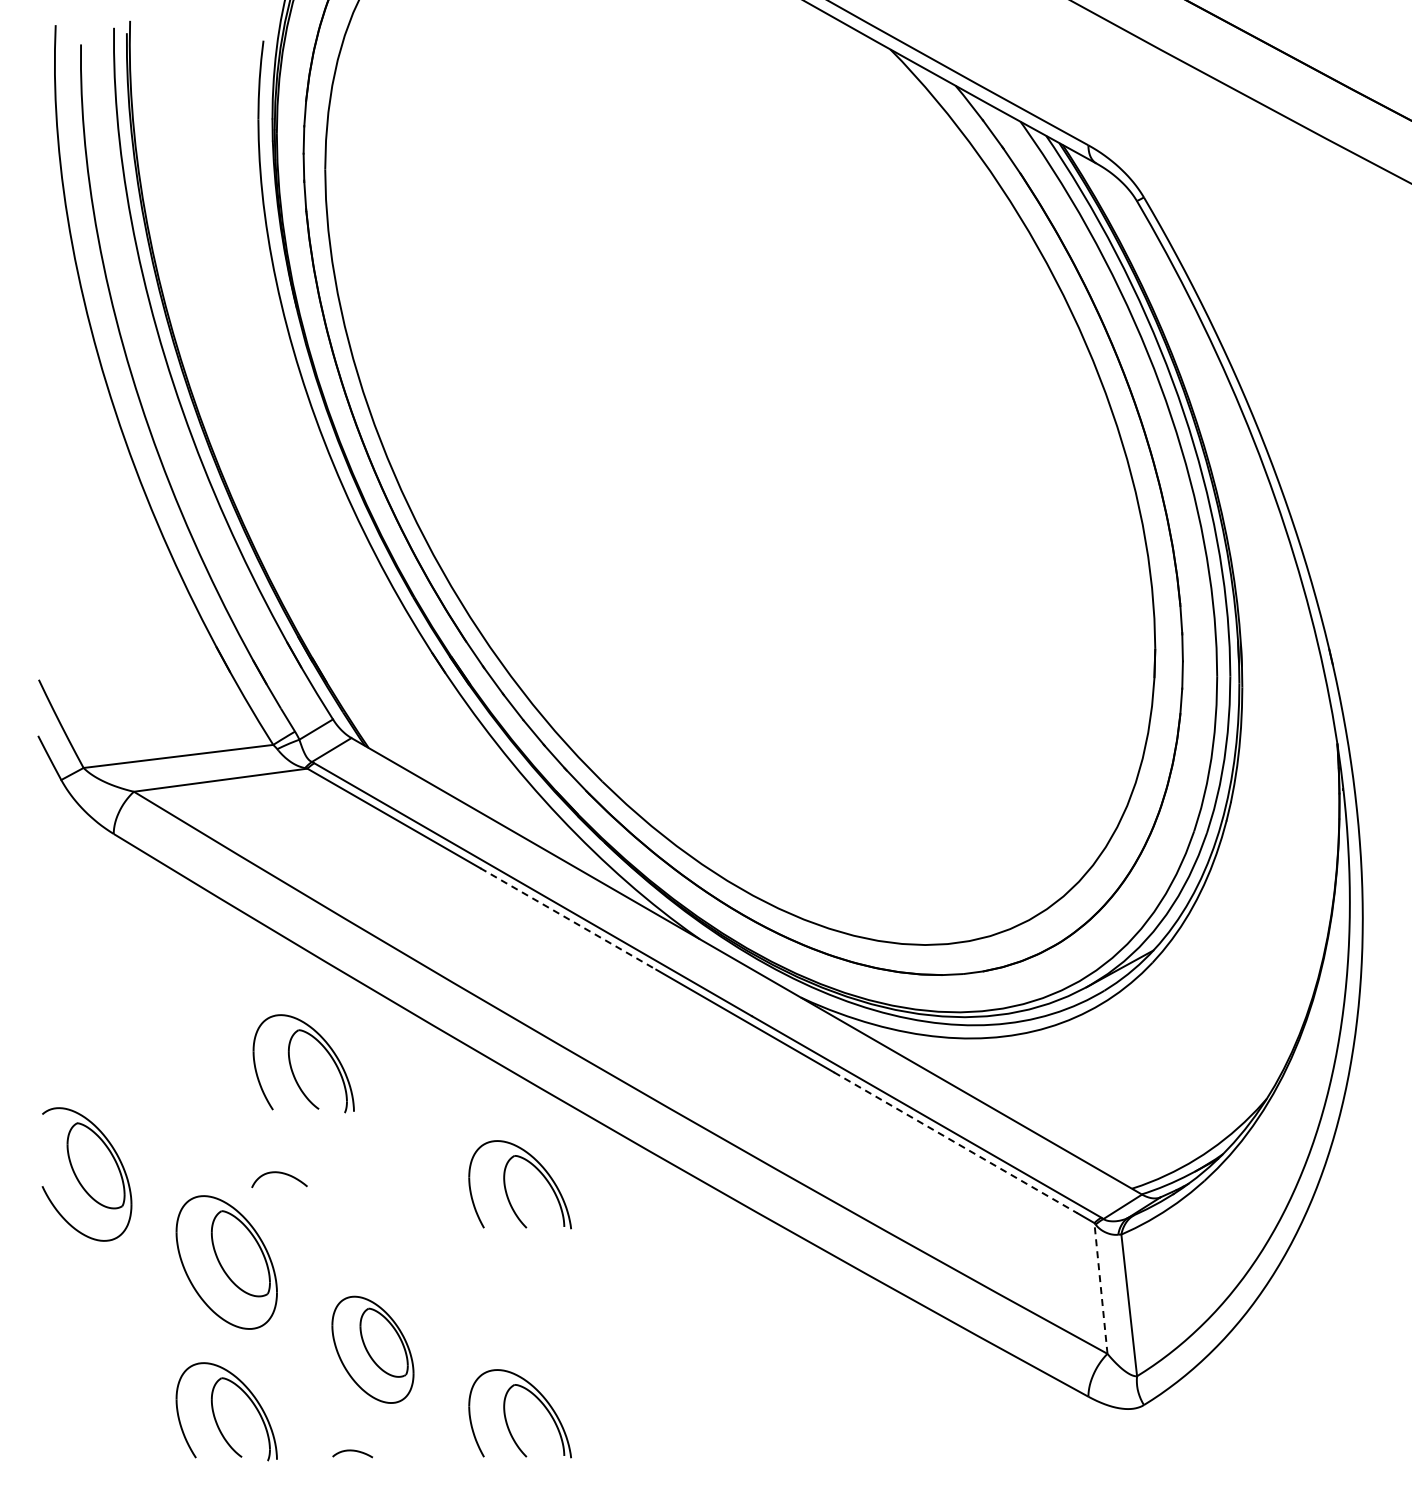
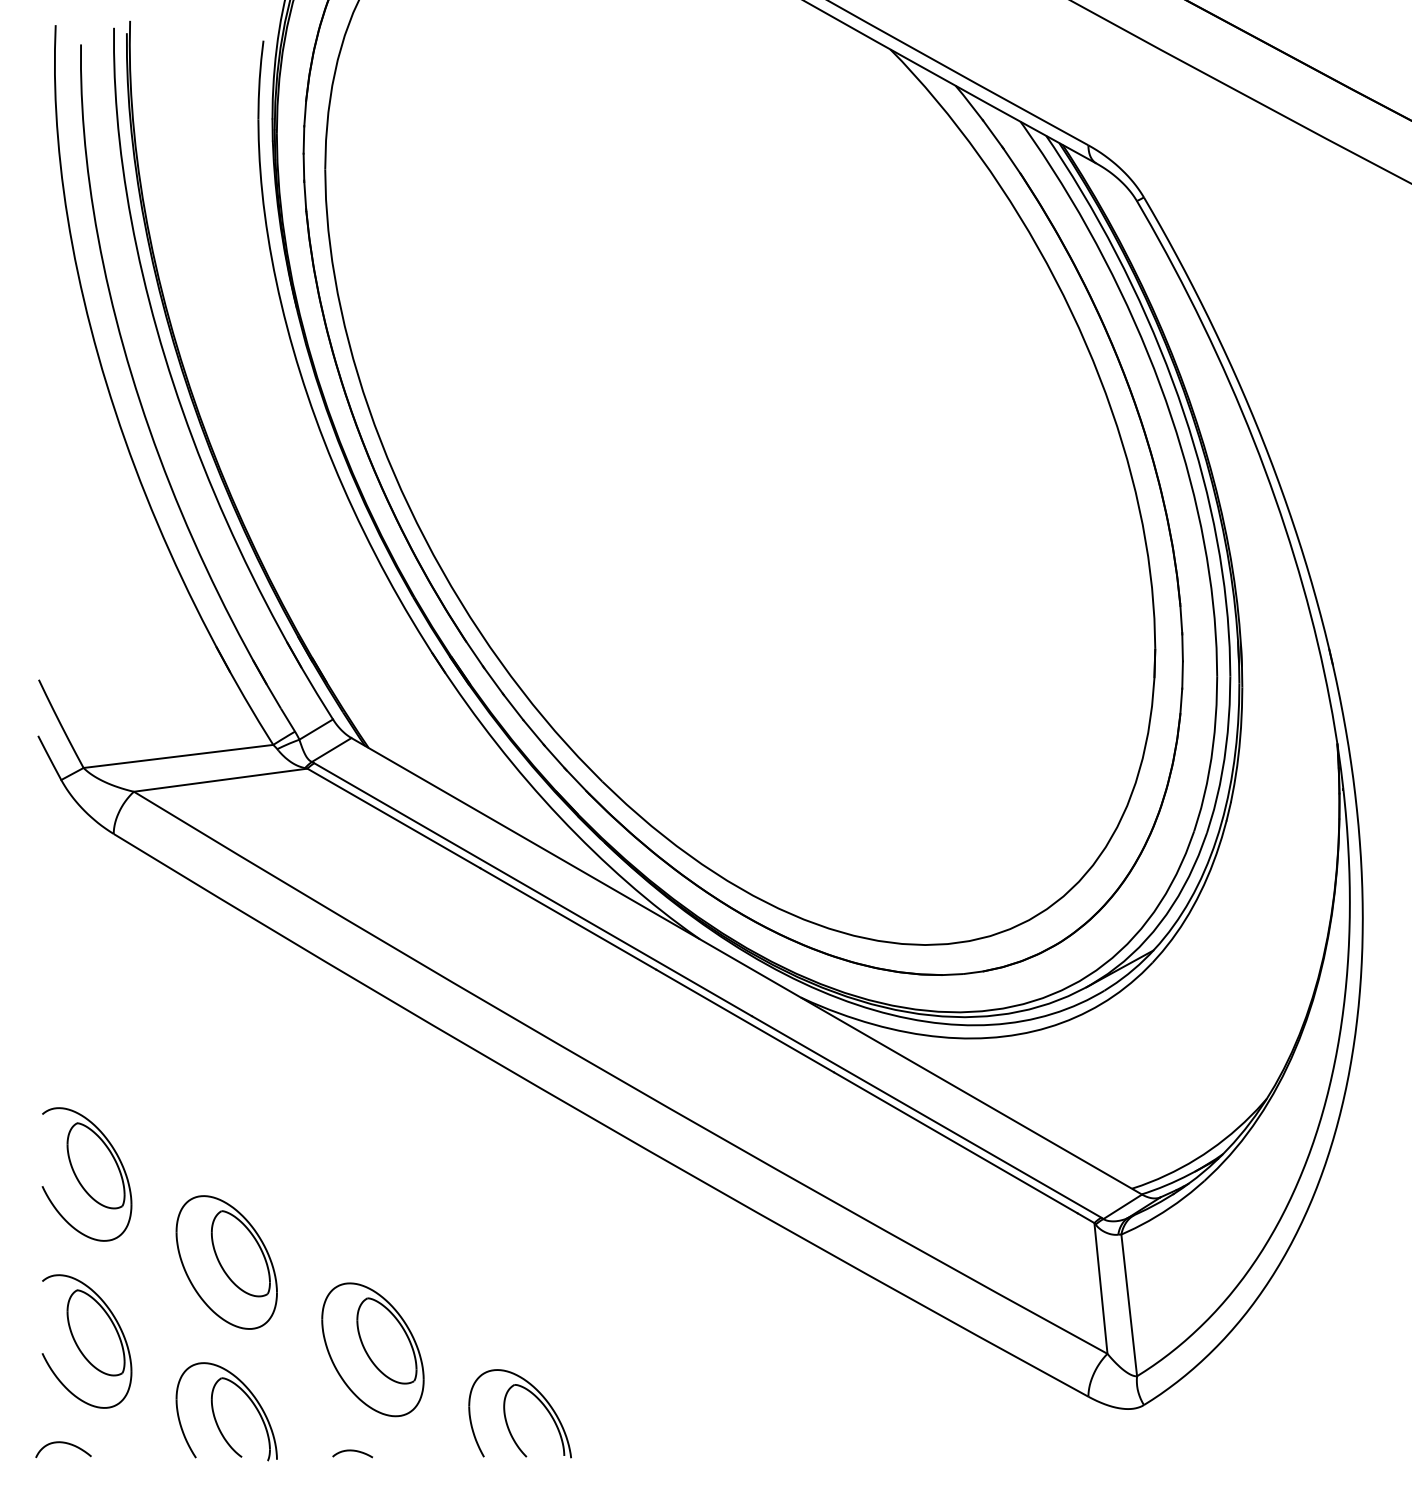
line at (568, 918): dashed -> solid
part at (291, 1064): present -> none
line at (955, 1142): dashed -> solid
curve at (279, 1173) position: (279, 1173) -> (63, 1443)
part at (506, 1188): present -> none
line at (1100, 1288): dashed -> solid
part at (86, 1341): none -> present
part at (372, 1349) size: 84x109 px -> 104x136 px
